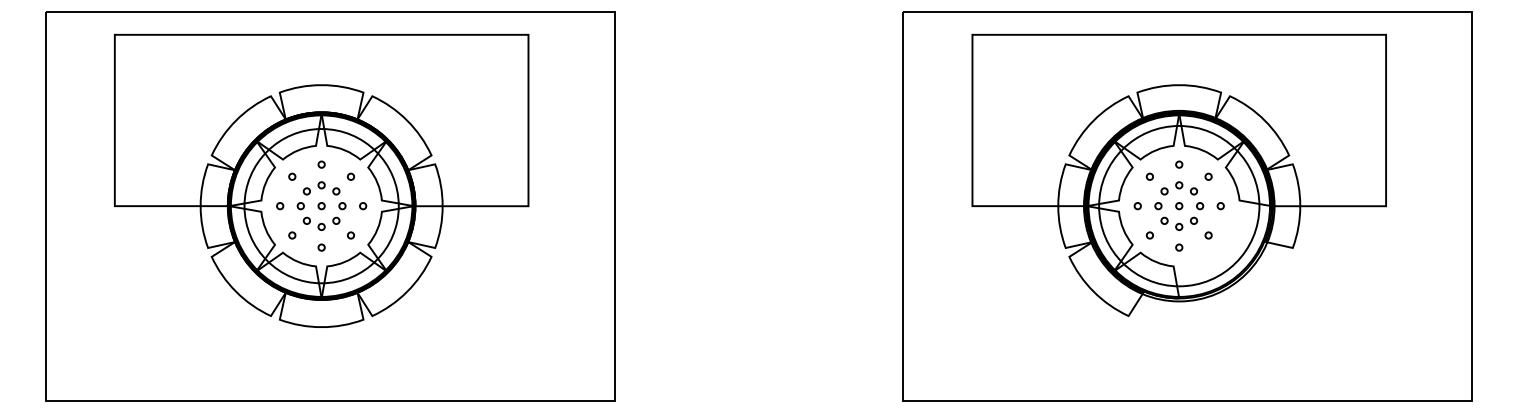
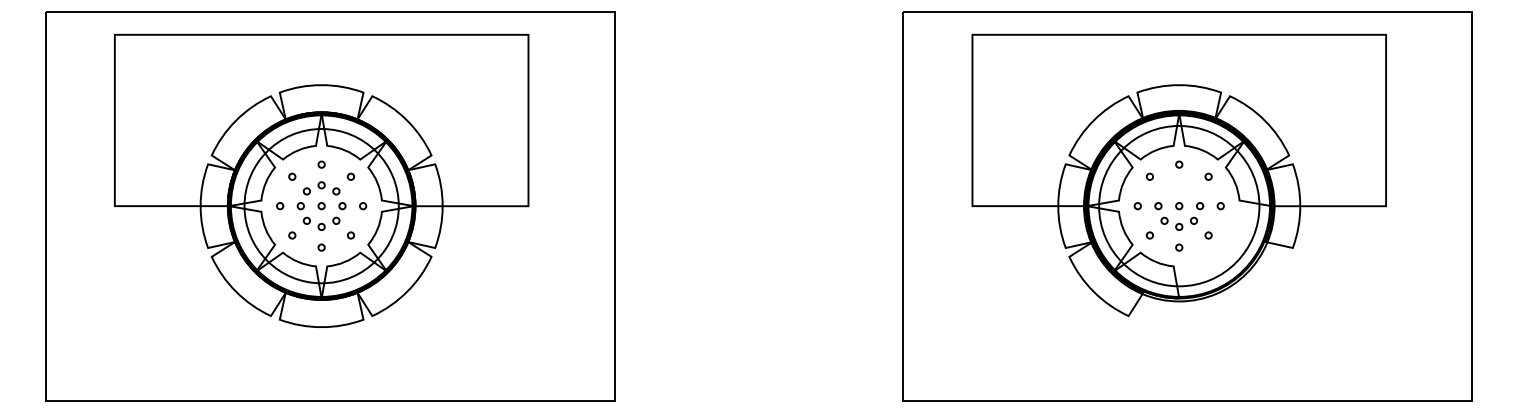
part at (1179, 188): present -> none
